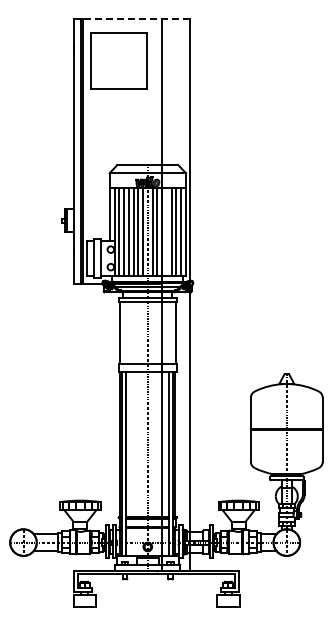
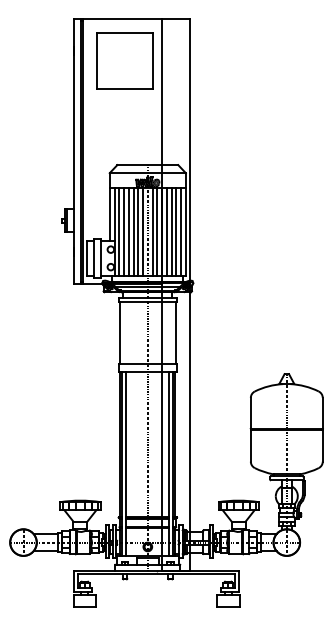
line at (135, 18): dashed -> solid
part at (118, 60) position: (118, 60) -> (124, 60)
line at (166, 231): none -> present
